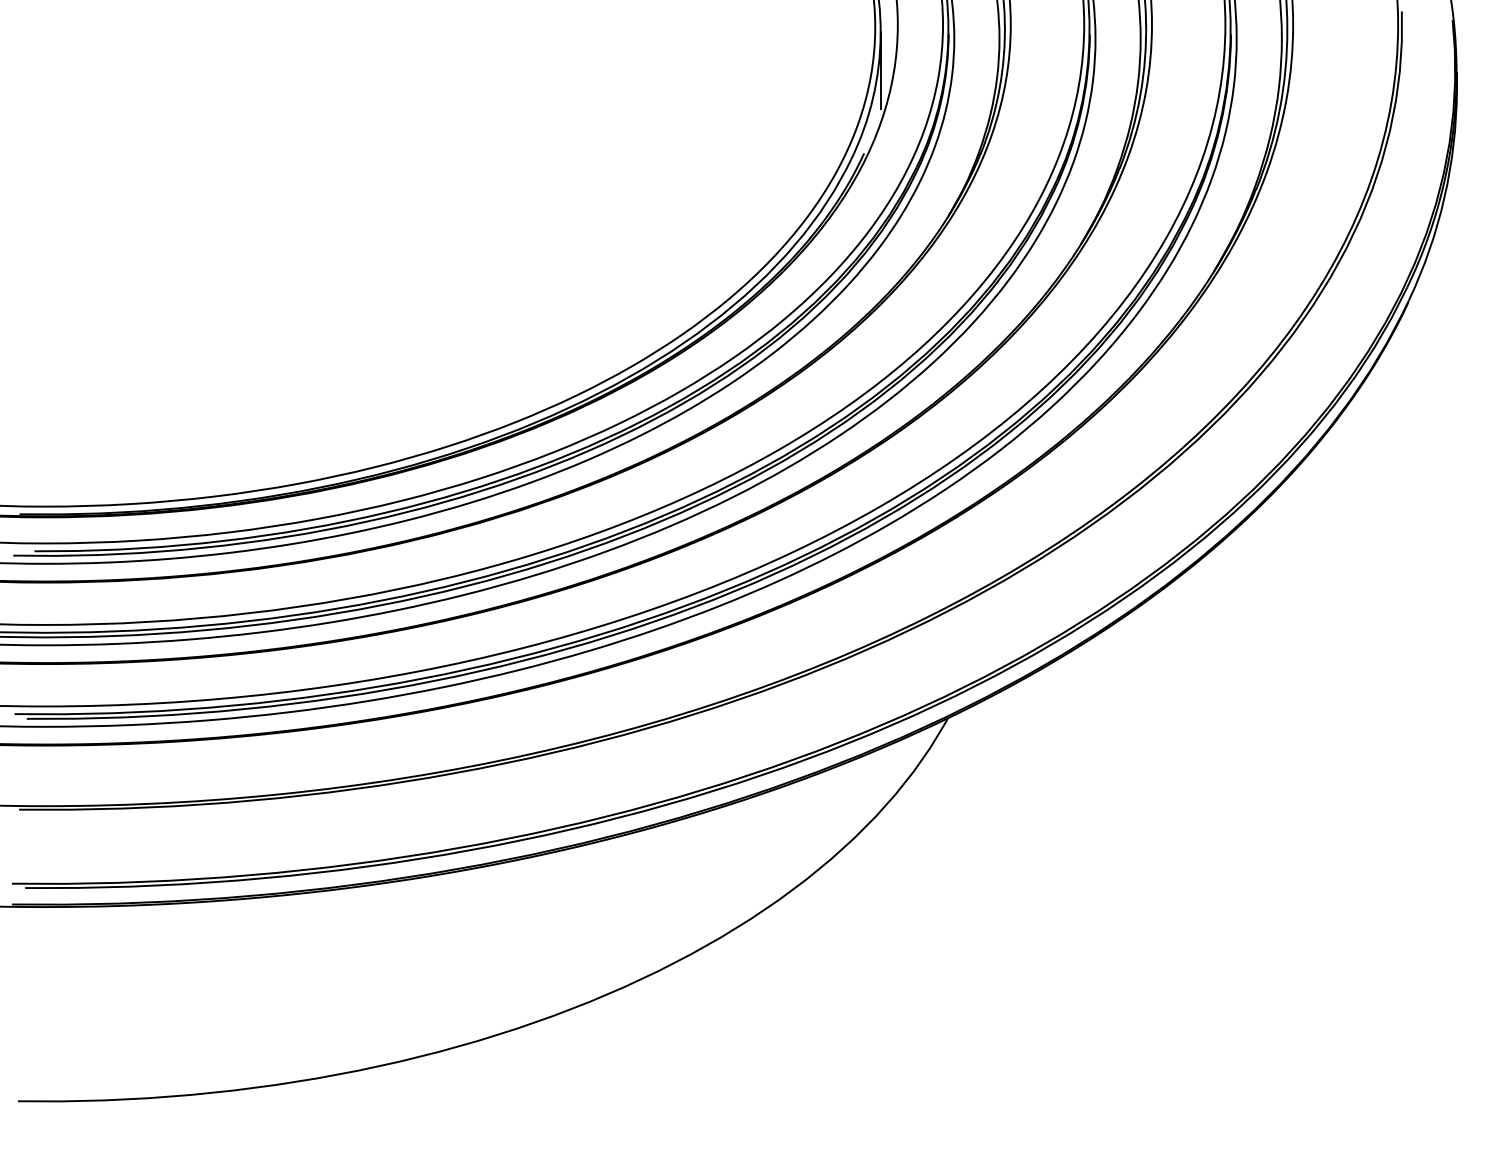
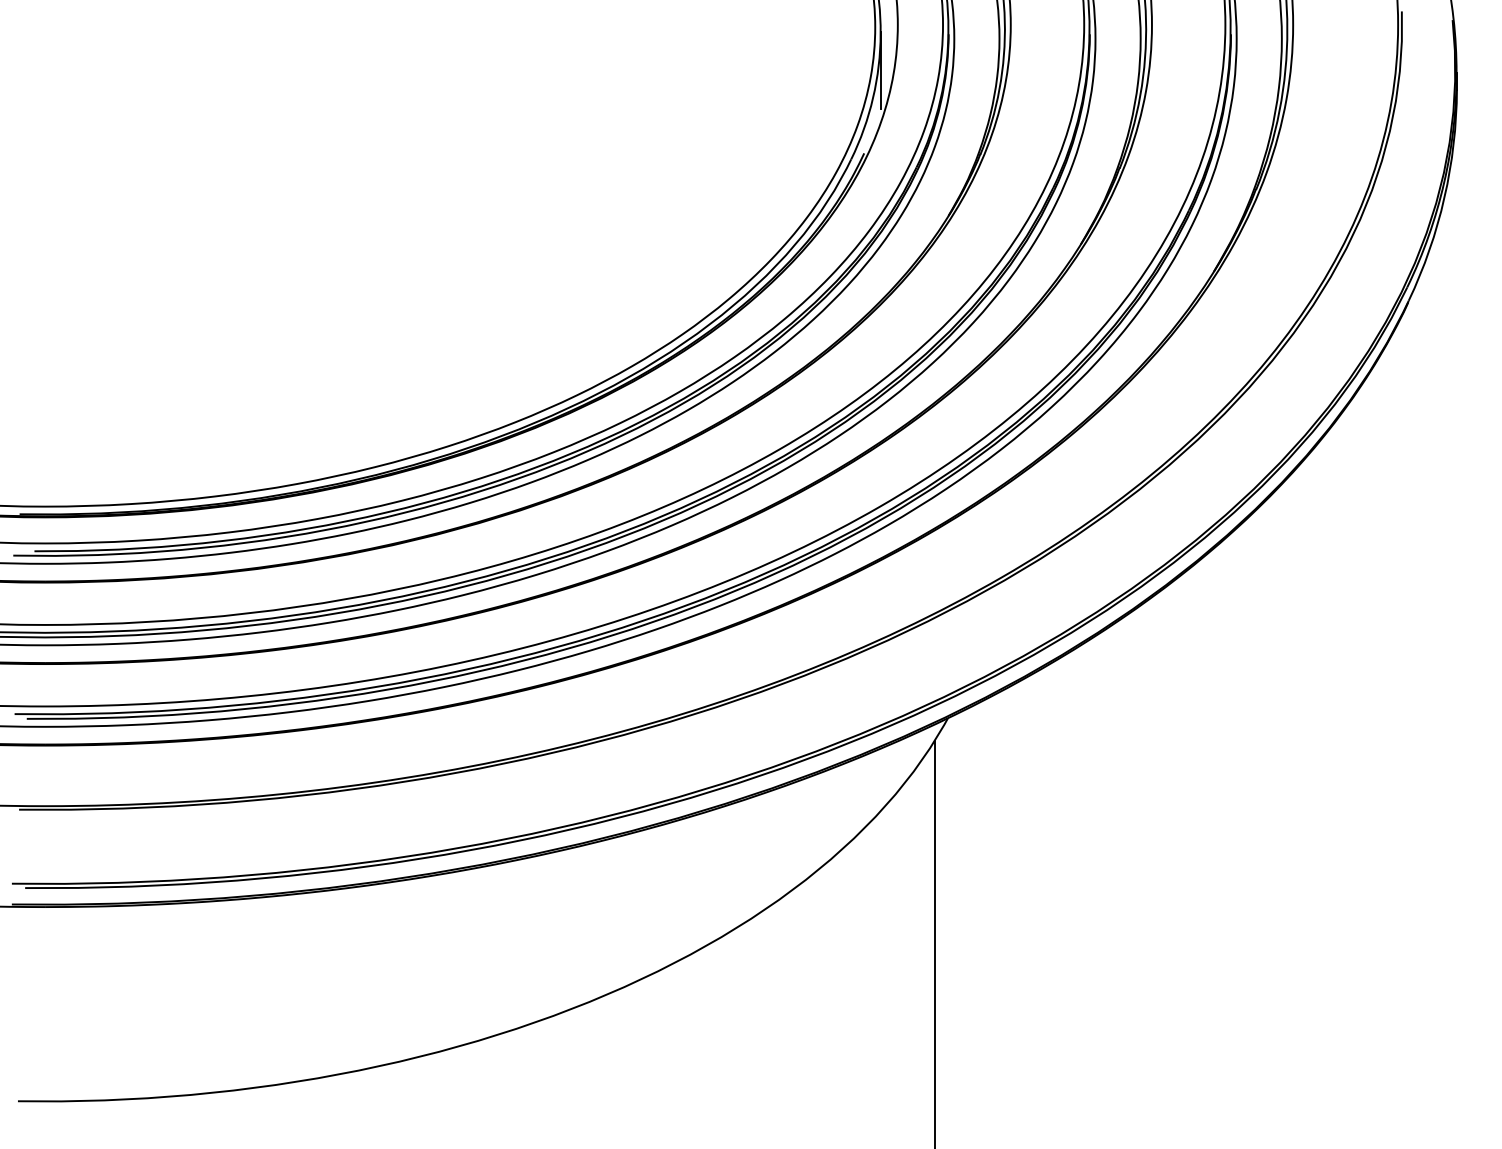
line at (934, 943): none -> present
